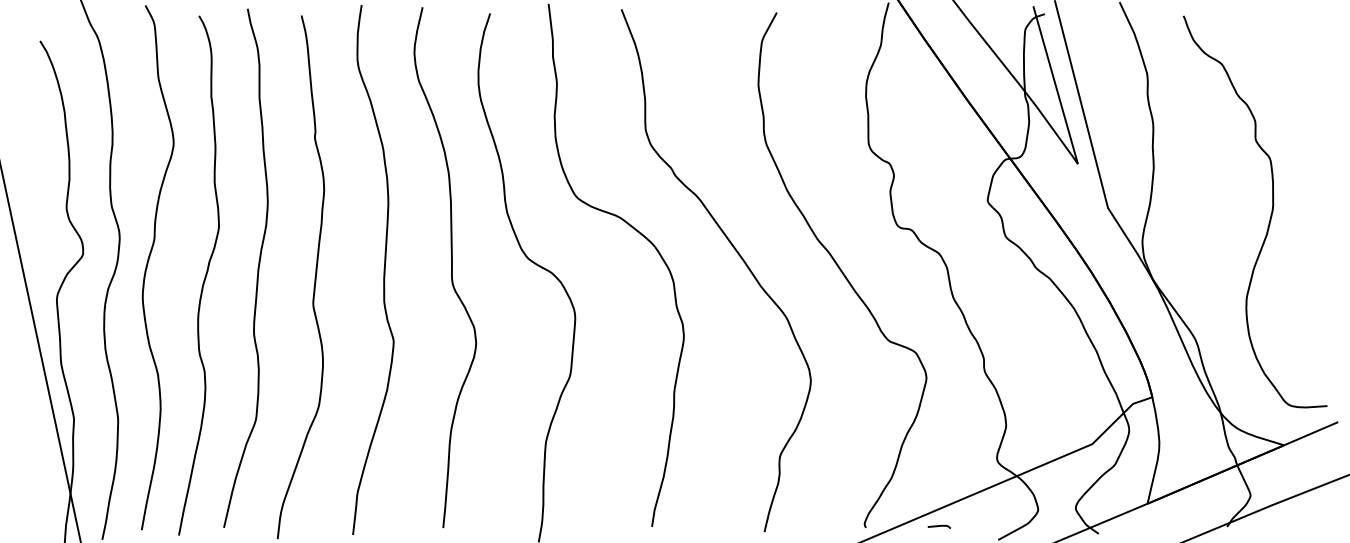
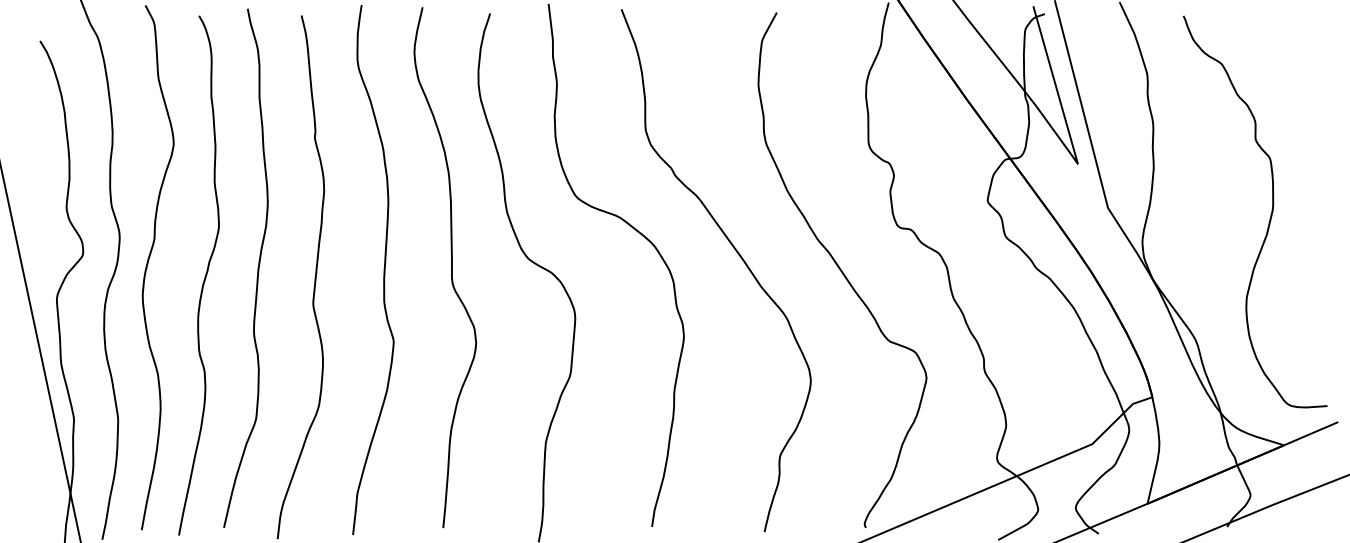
curve at (938, 526): present -> none
